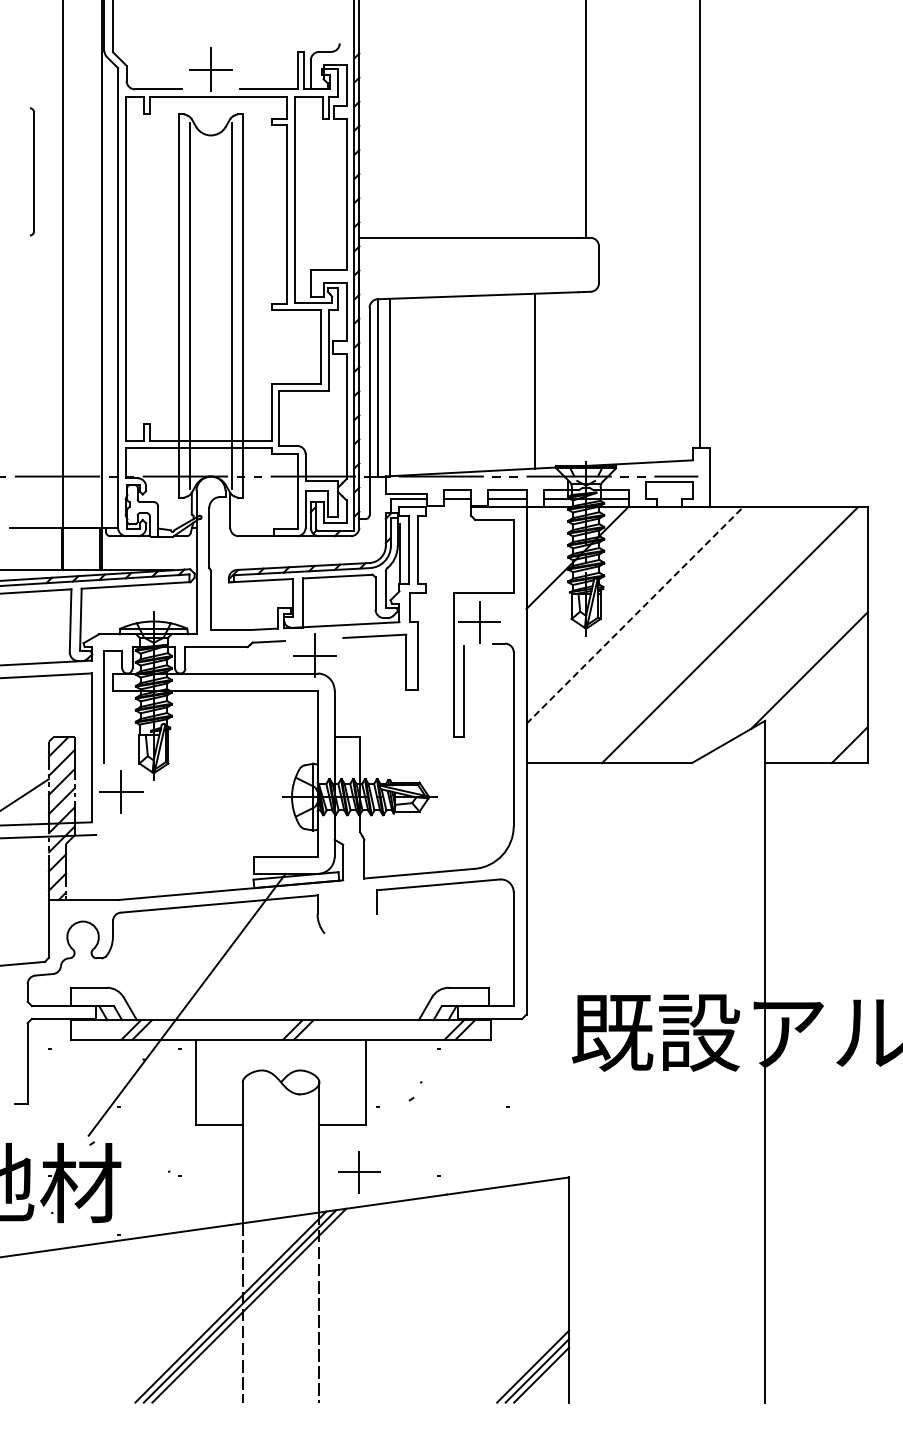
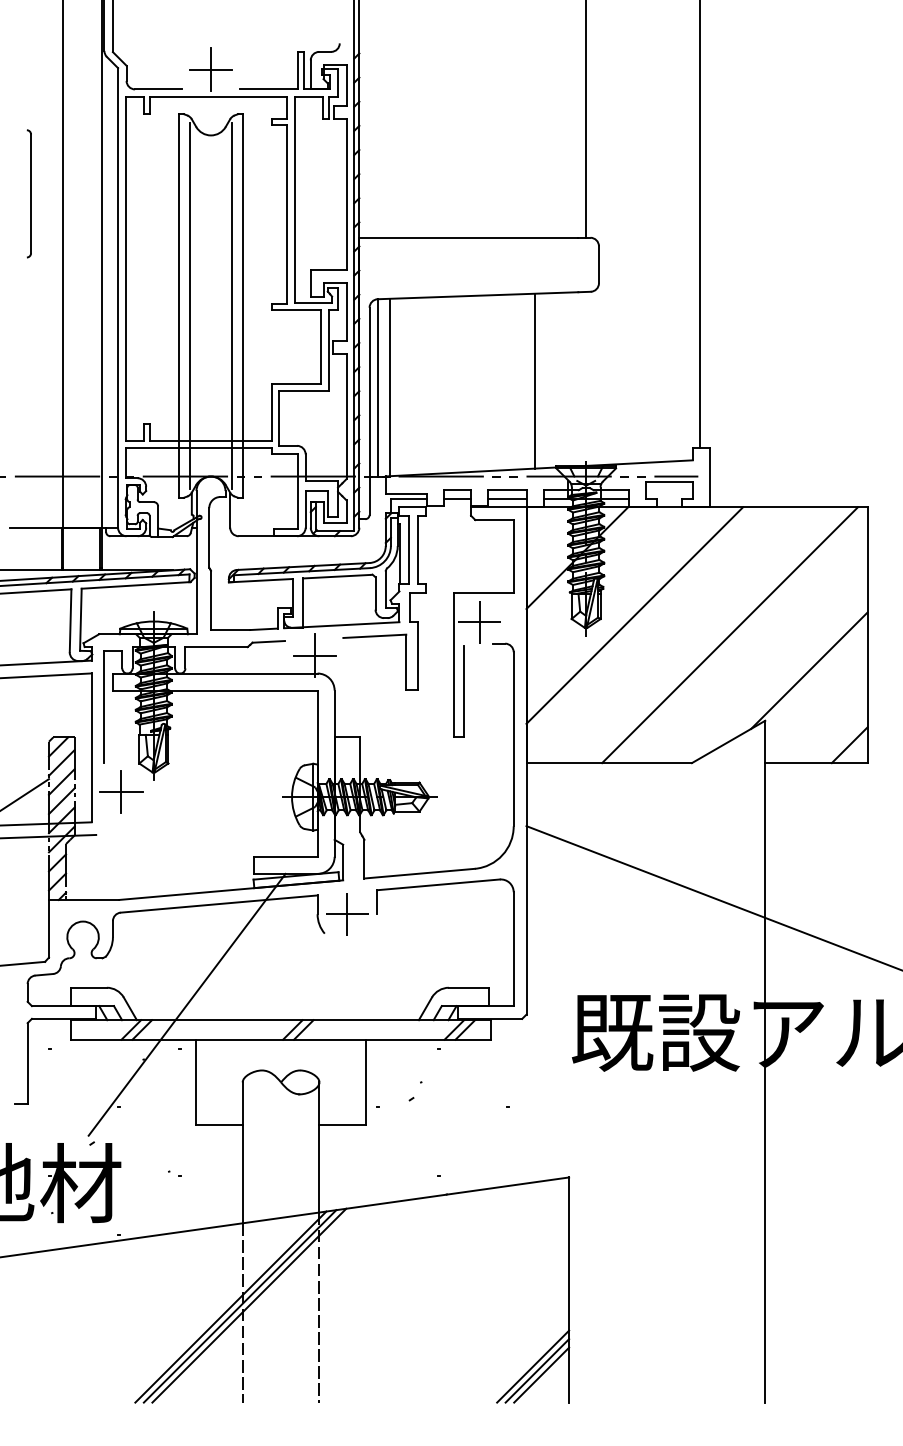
part at (31, 171) position: (31, 171) -> (28, 193)
line at (635, 615): dashed -> solid
line at (712, 897): none -> present
part at (359, 1172) position: (359, 1172) -> (347, 914)
